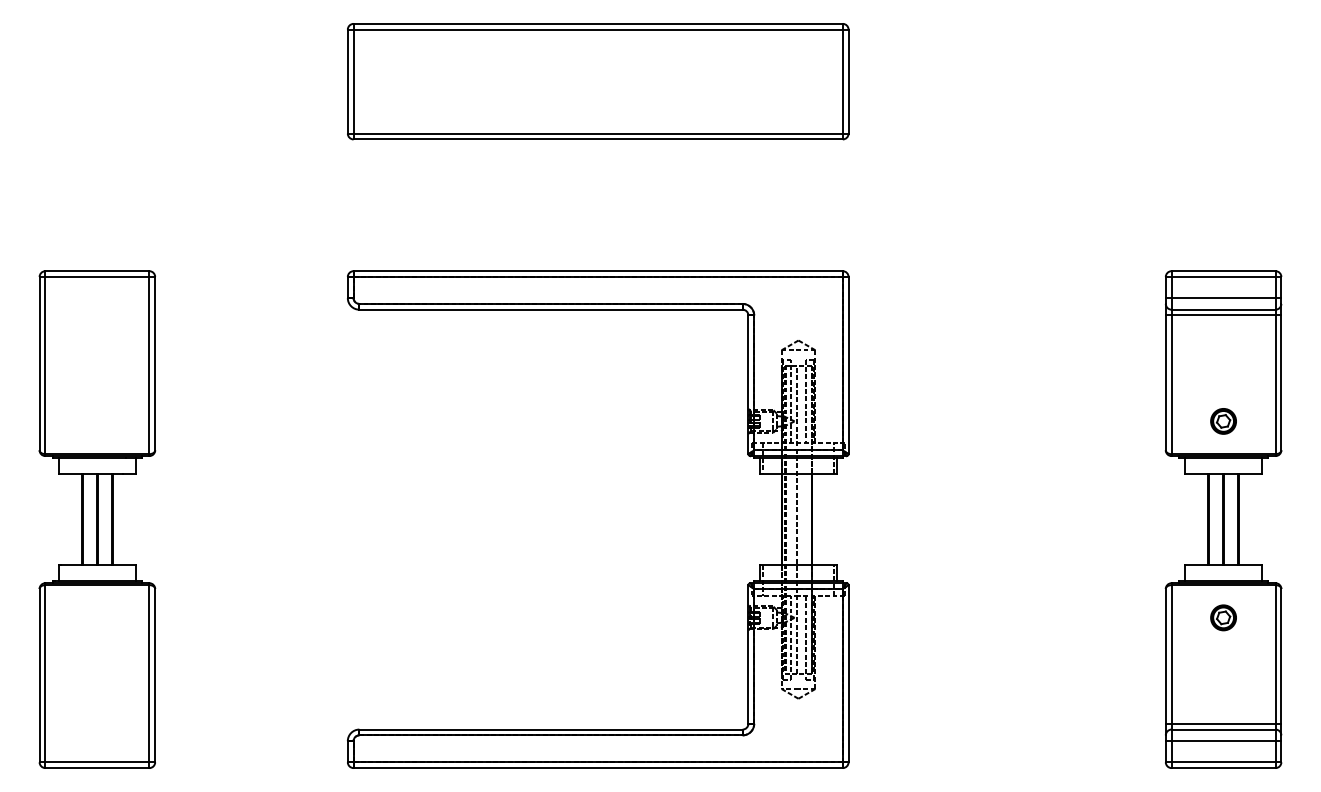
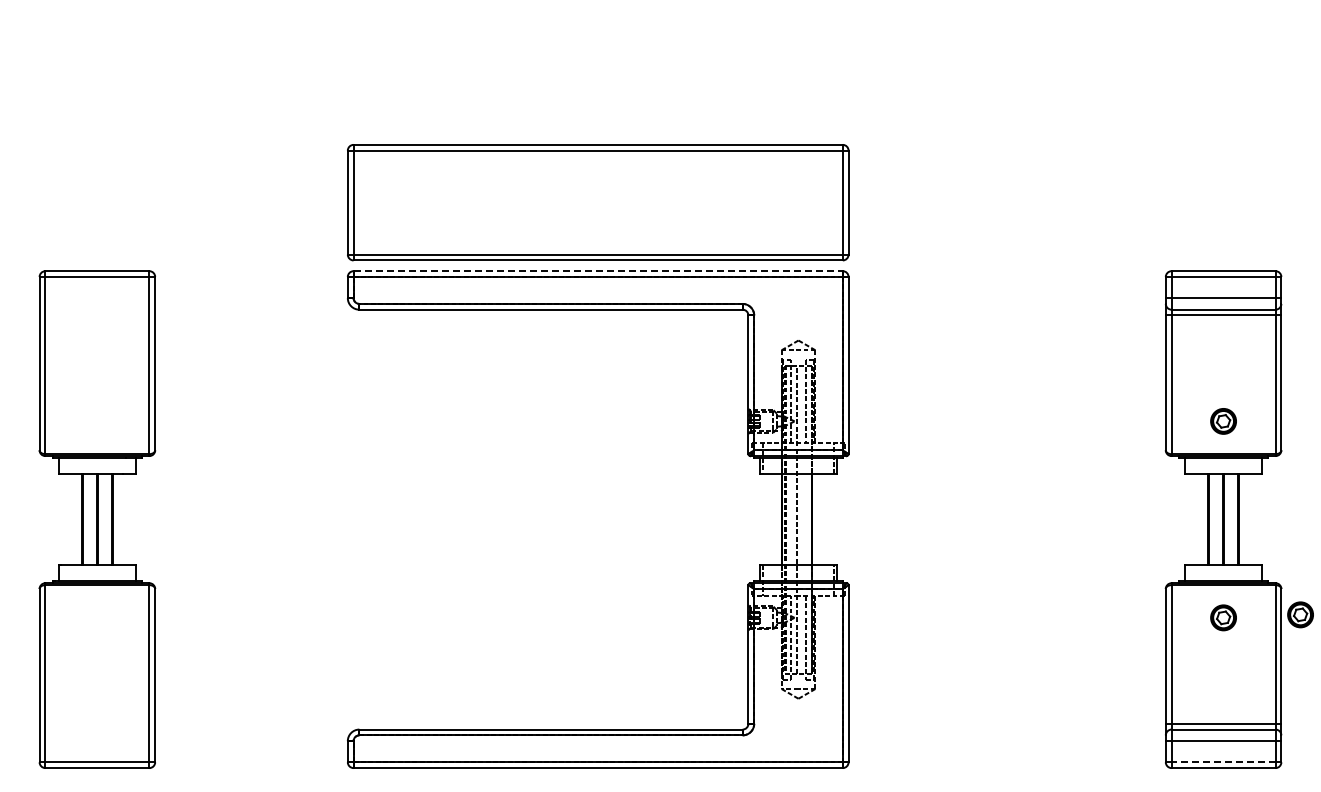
part at (598, 81) position: (598, 81) -> (598, 202)
line at (598, 271): solid -> dashed
part at (1300, 614): none -> present
line at (1223, 762): solid -> dashed
